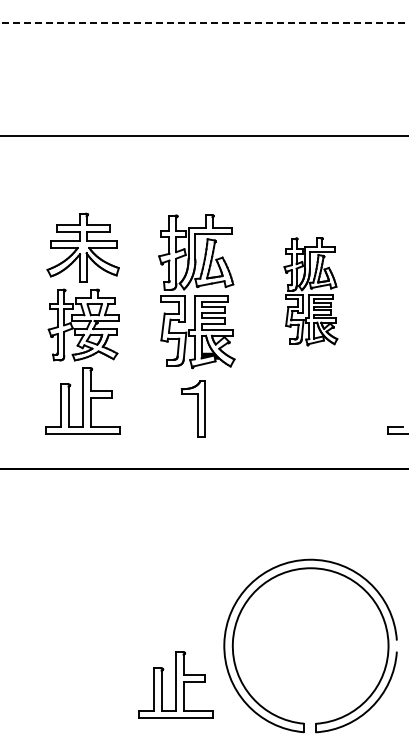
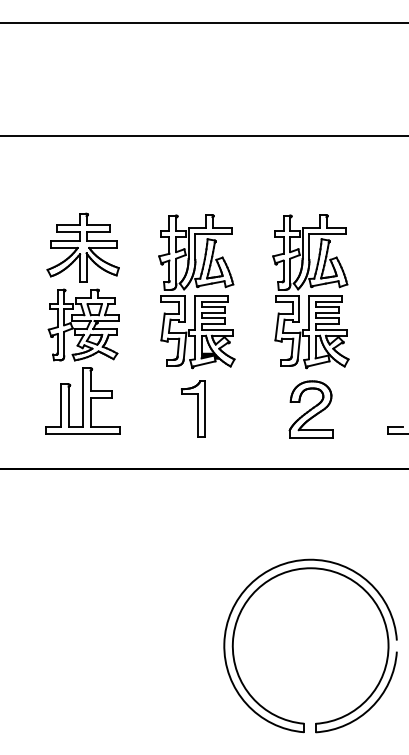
line at (204, 22): dashed -> solid
part at (310, 291) size: 56x110 px -> 78x156 px
part at (310, 409): none -> present
part at (175, 684): present -> none
